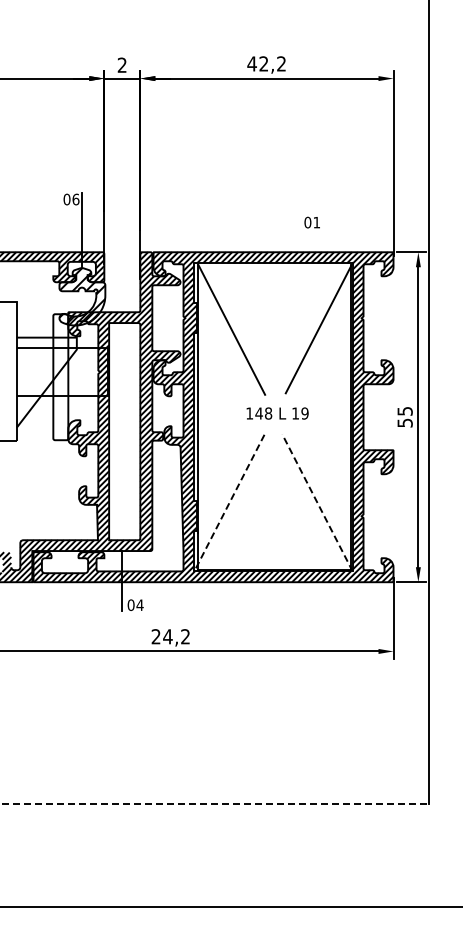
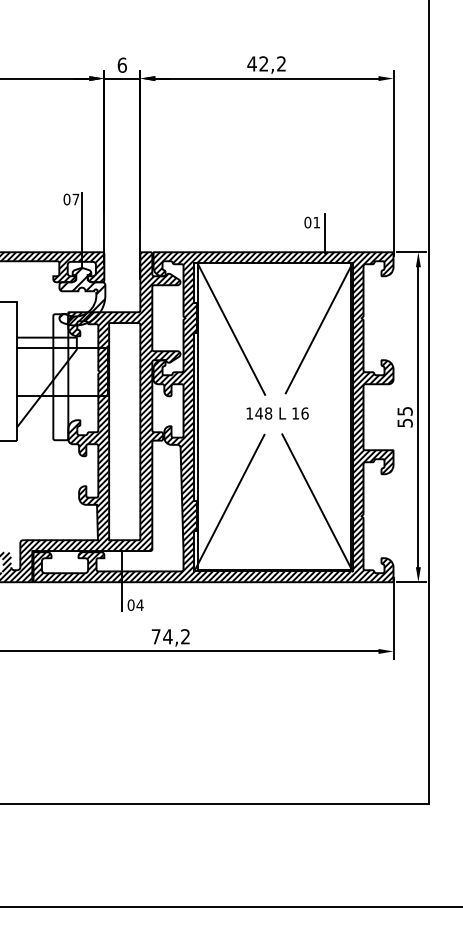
text at (121, 64): 2 -> 6
text at (75, 199): 06 -> 07
line at (325, 233): none -> present
text at (304, 413): 19 -> 16
line at (317, 502): dashed -> solid
line at (229, 503): dashed -> solid
text at (155, 636): 24,2 -> 74,2
line at (215, 803): dashed -> solid
